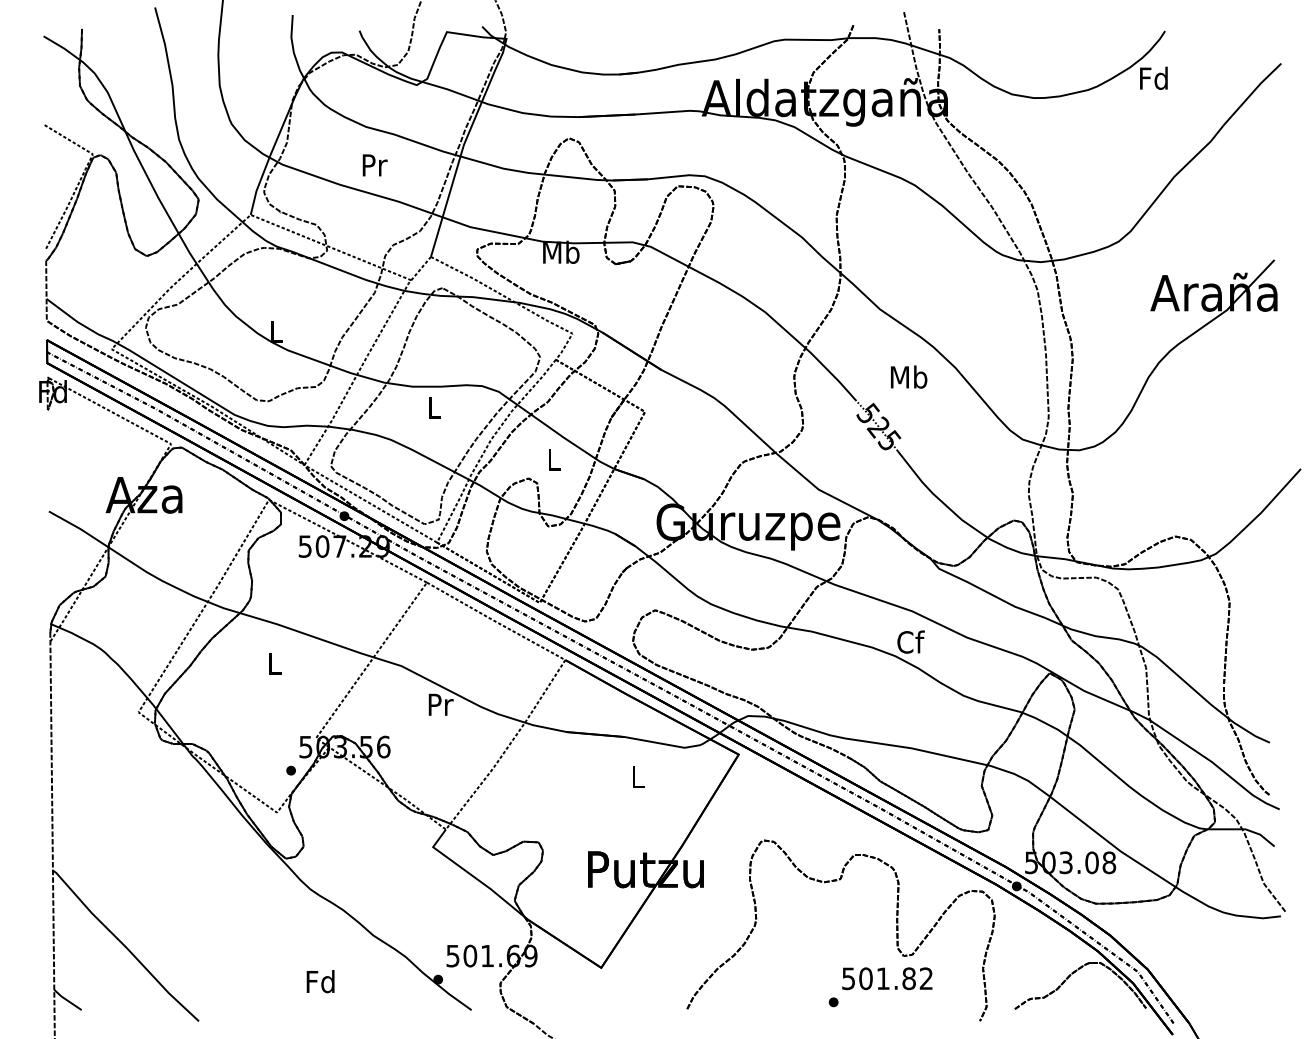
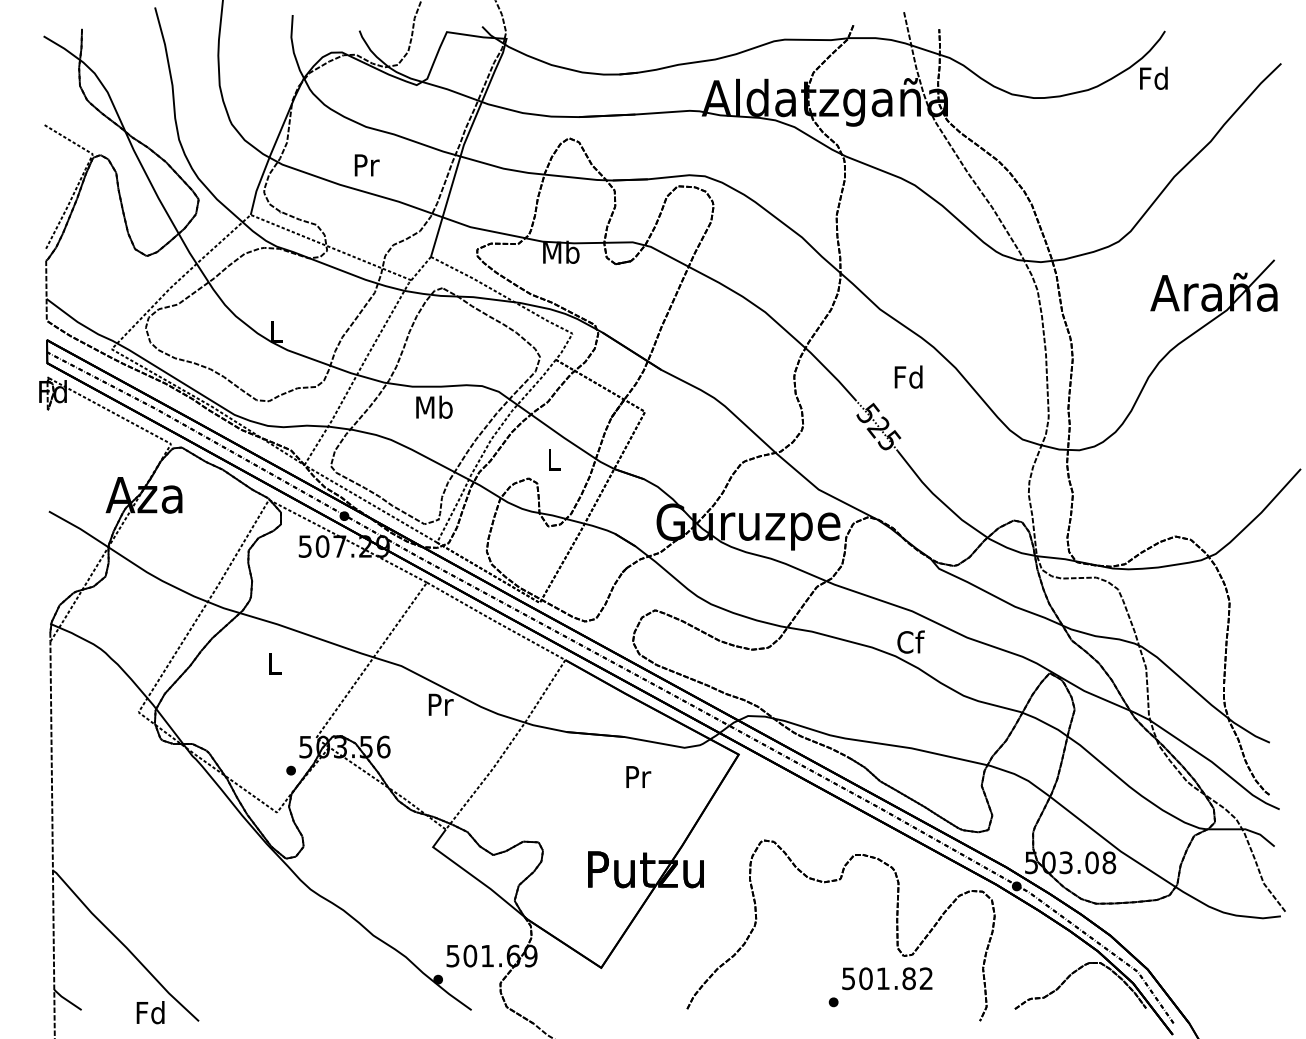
text at (374, 165) position: (374, 165) -> (366, 165)
text at (908, 376): Mb -> Fd
text at (434, 406): L -> Mb
text at (638, 776): L -> Pr
text at (320, 981) position: (320, 981) -> (150, 1012)
